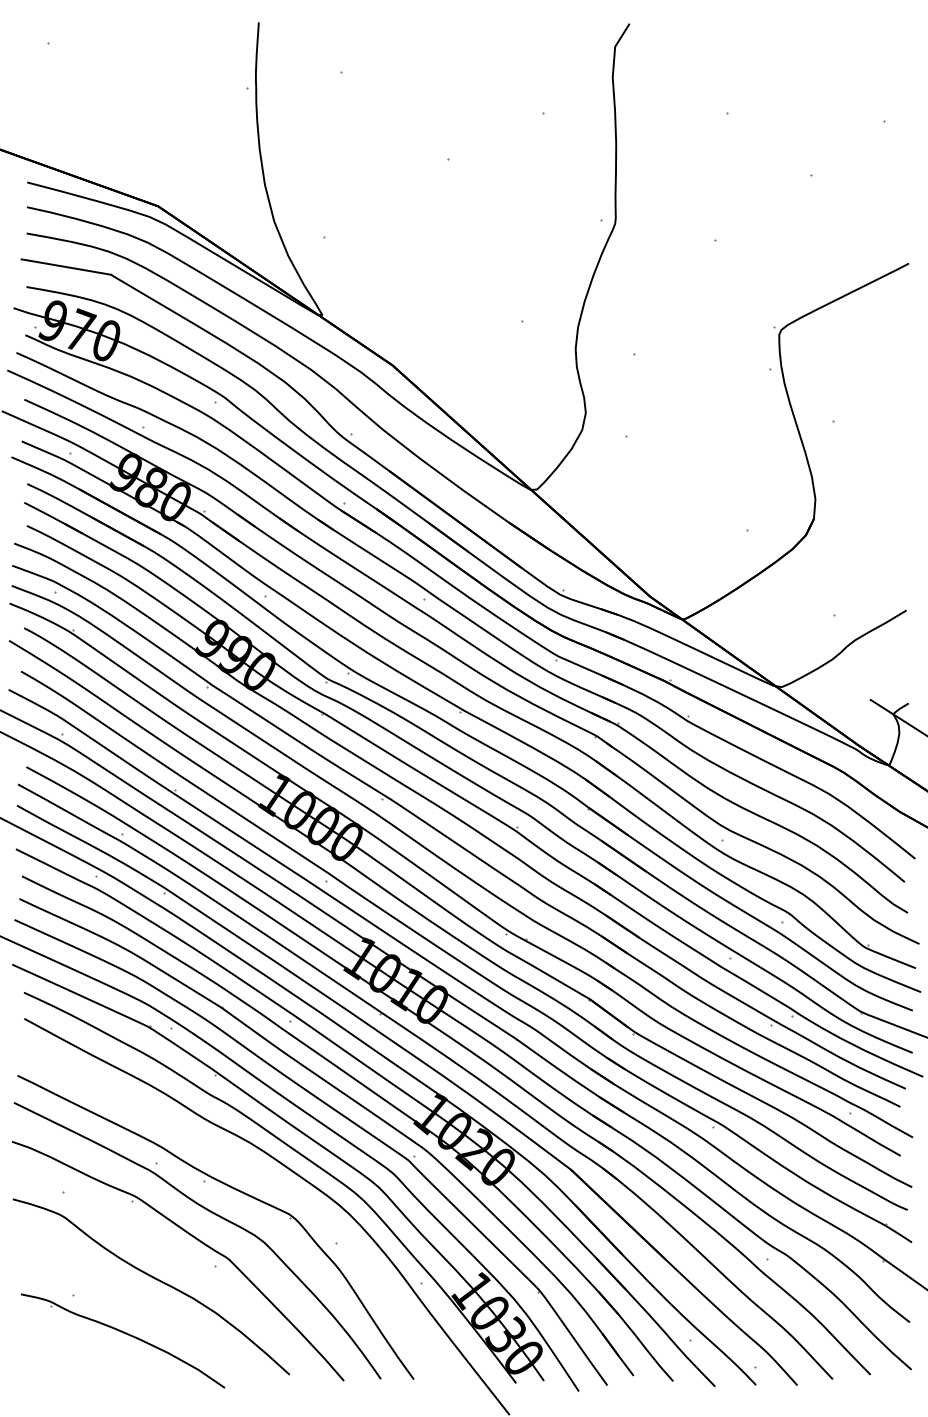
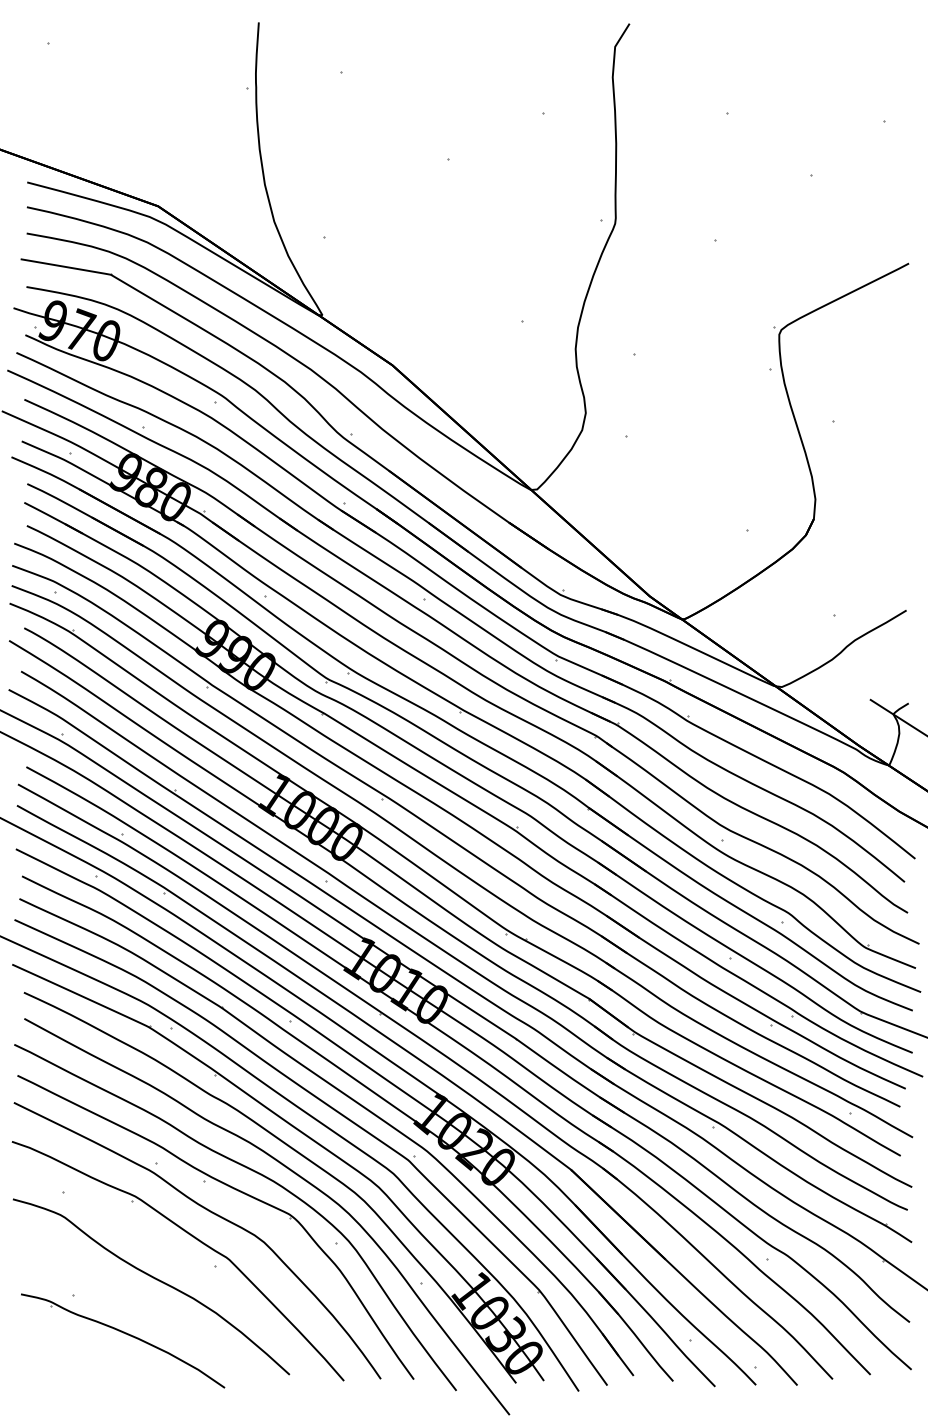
curve at (256, 1173): none -> present
